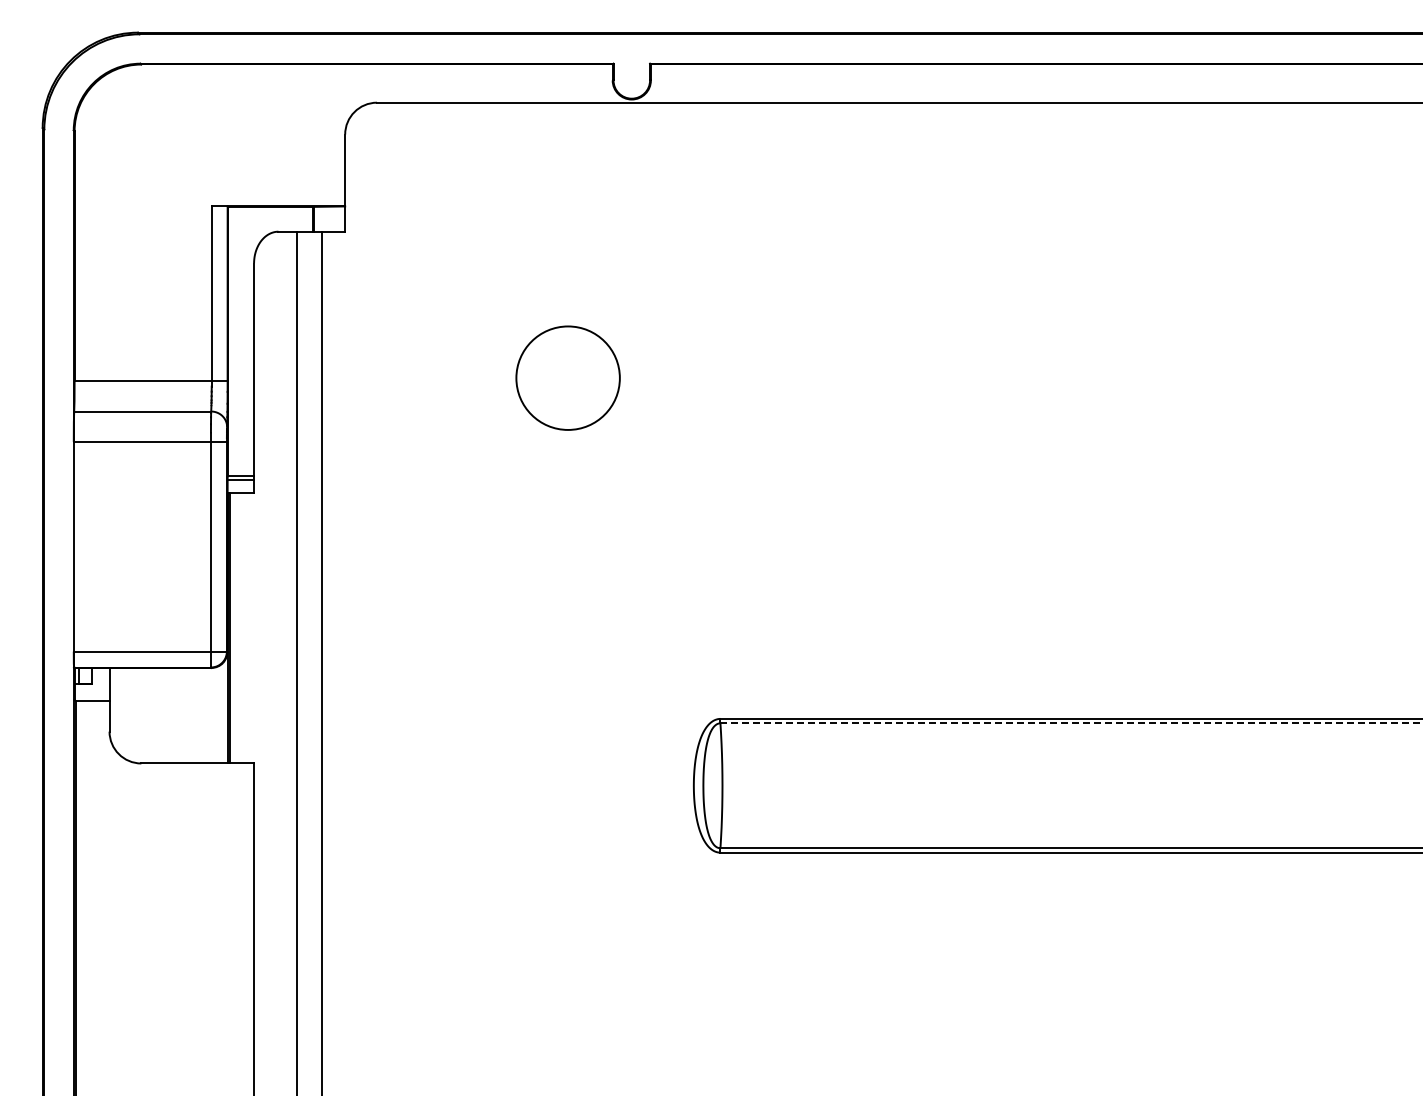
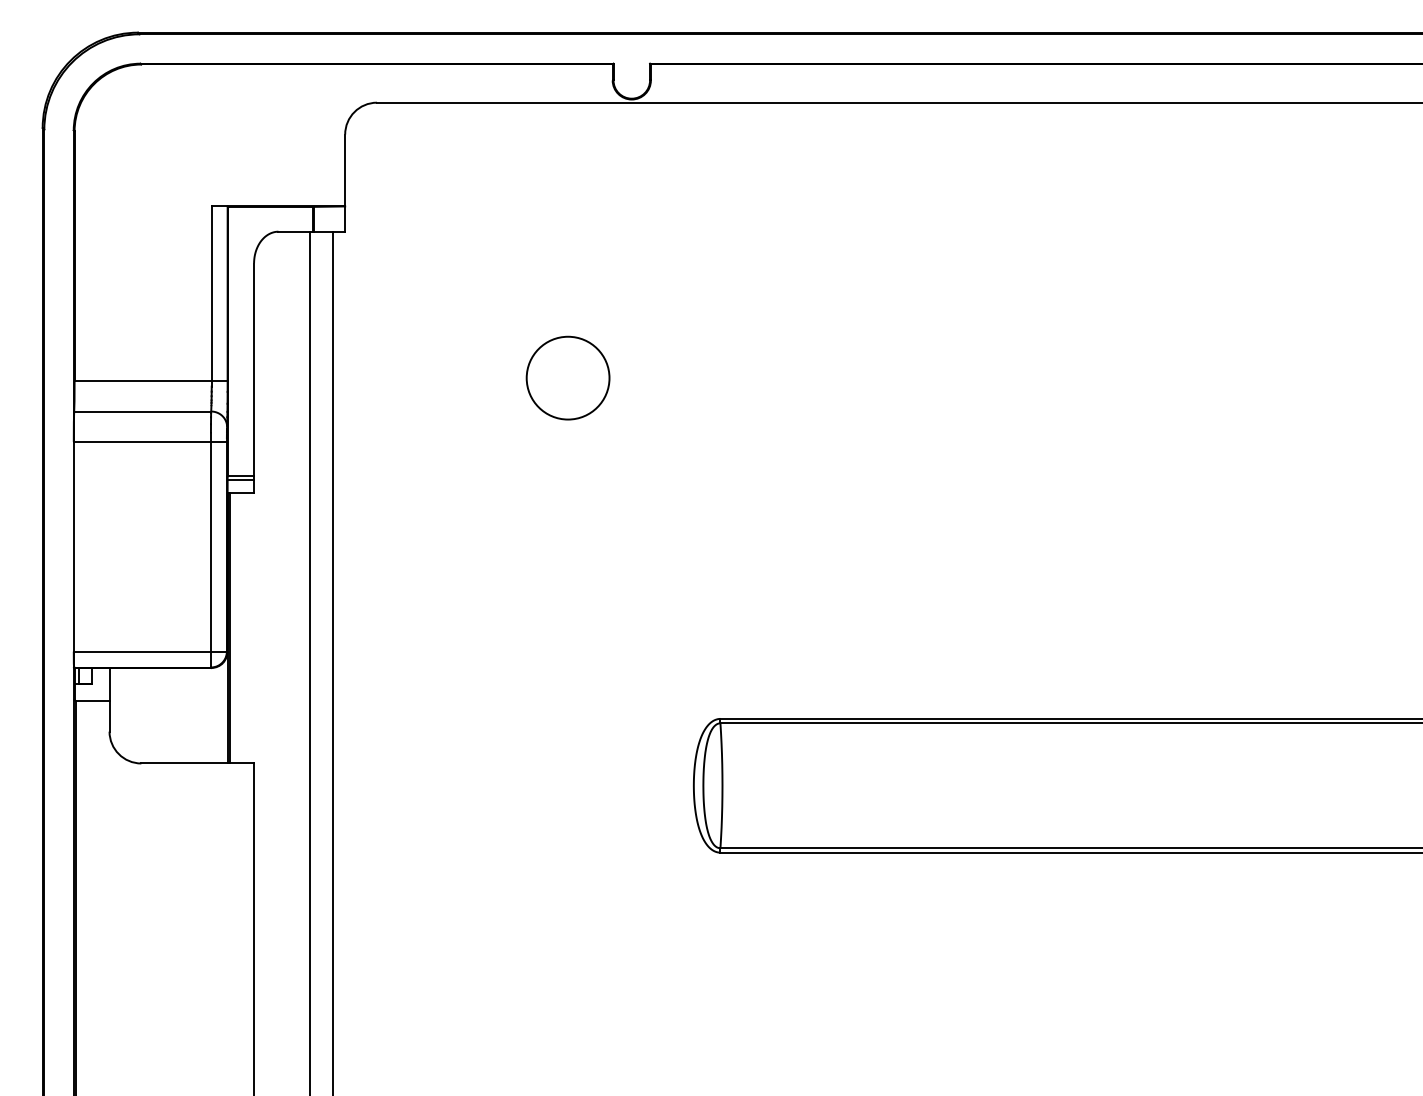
circle at (567, 377) size: 106x106 px -> 86x86 px
line at (297, 661) position: (297, 661) -> (310, 661)
line at (322, 661) position: (322, 661) -> (333, 661)
line at (1071, 723): dashed -> solid
